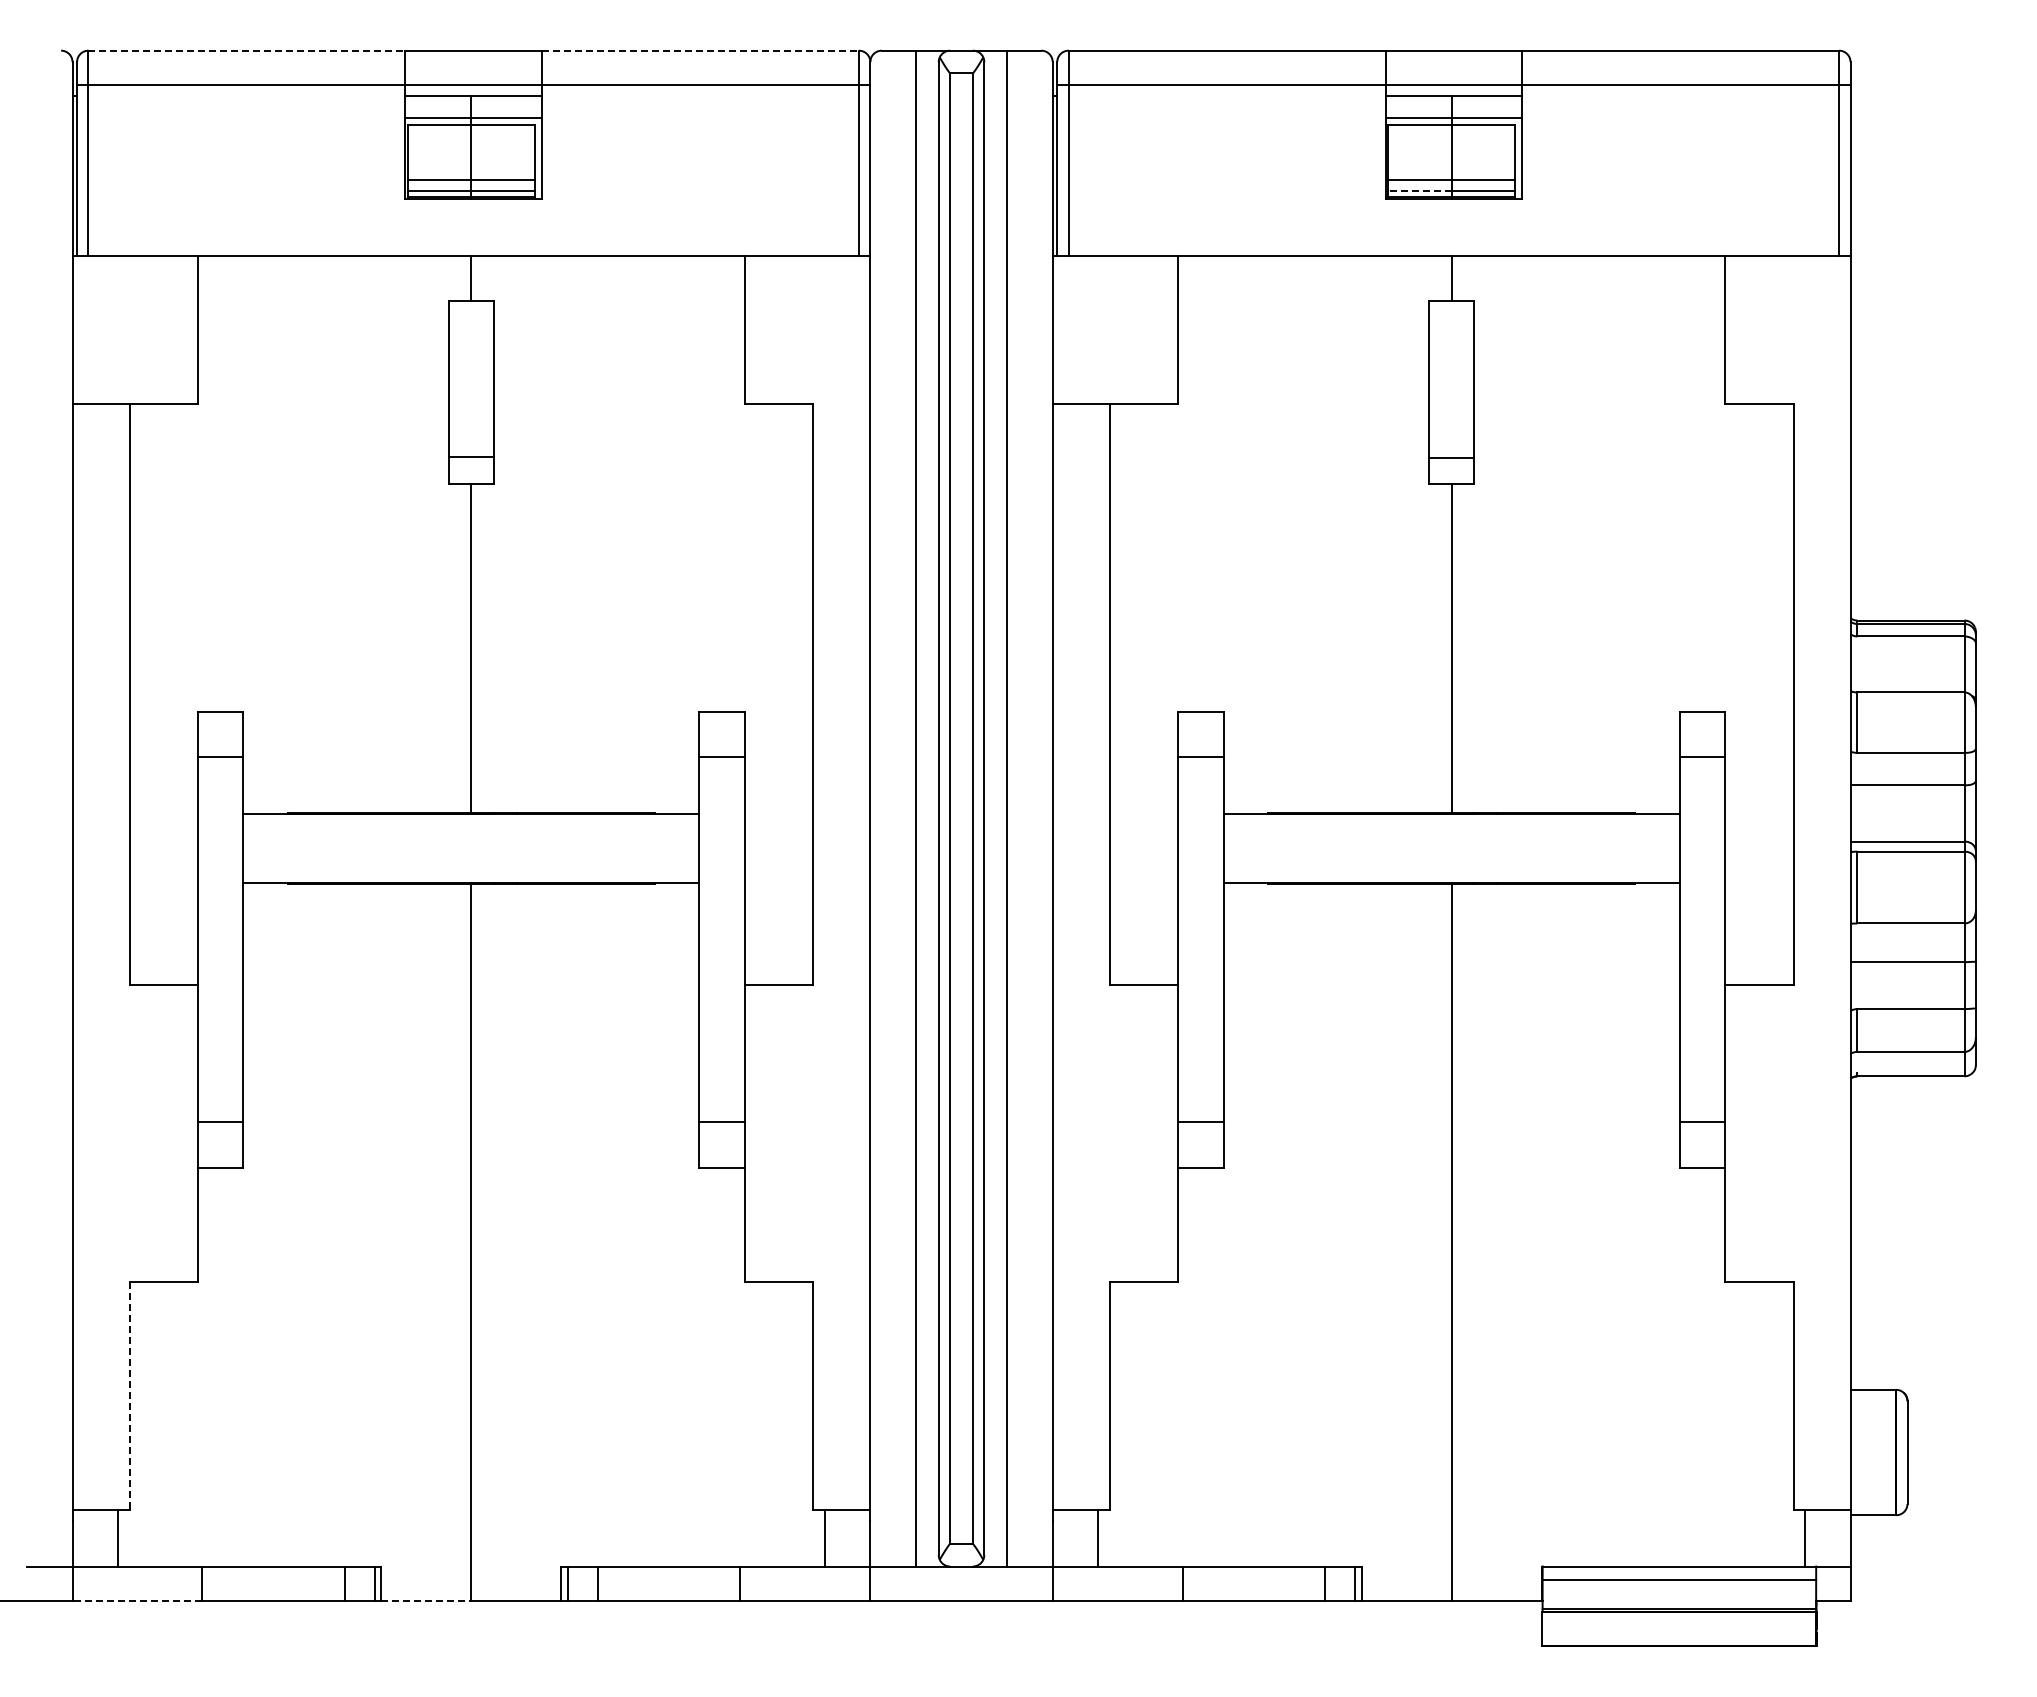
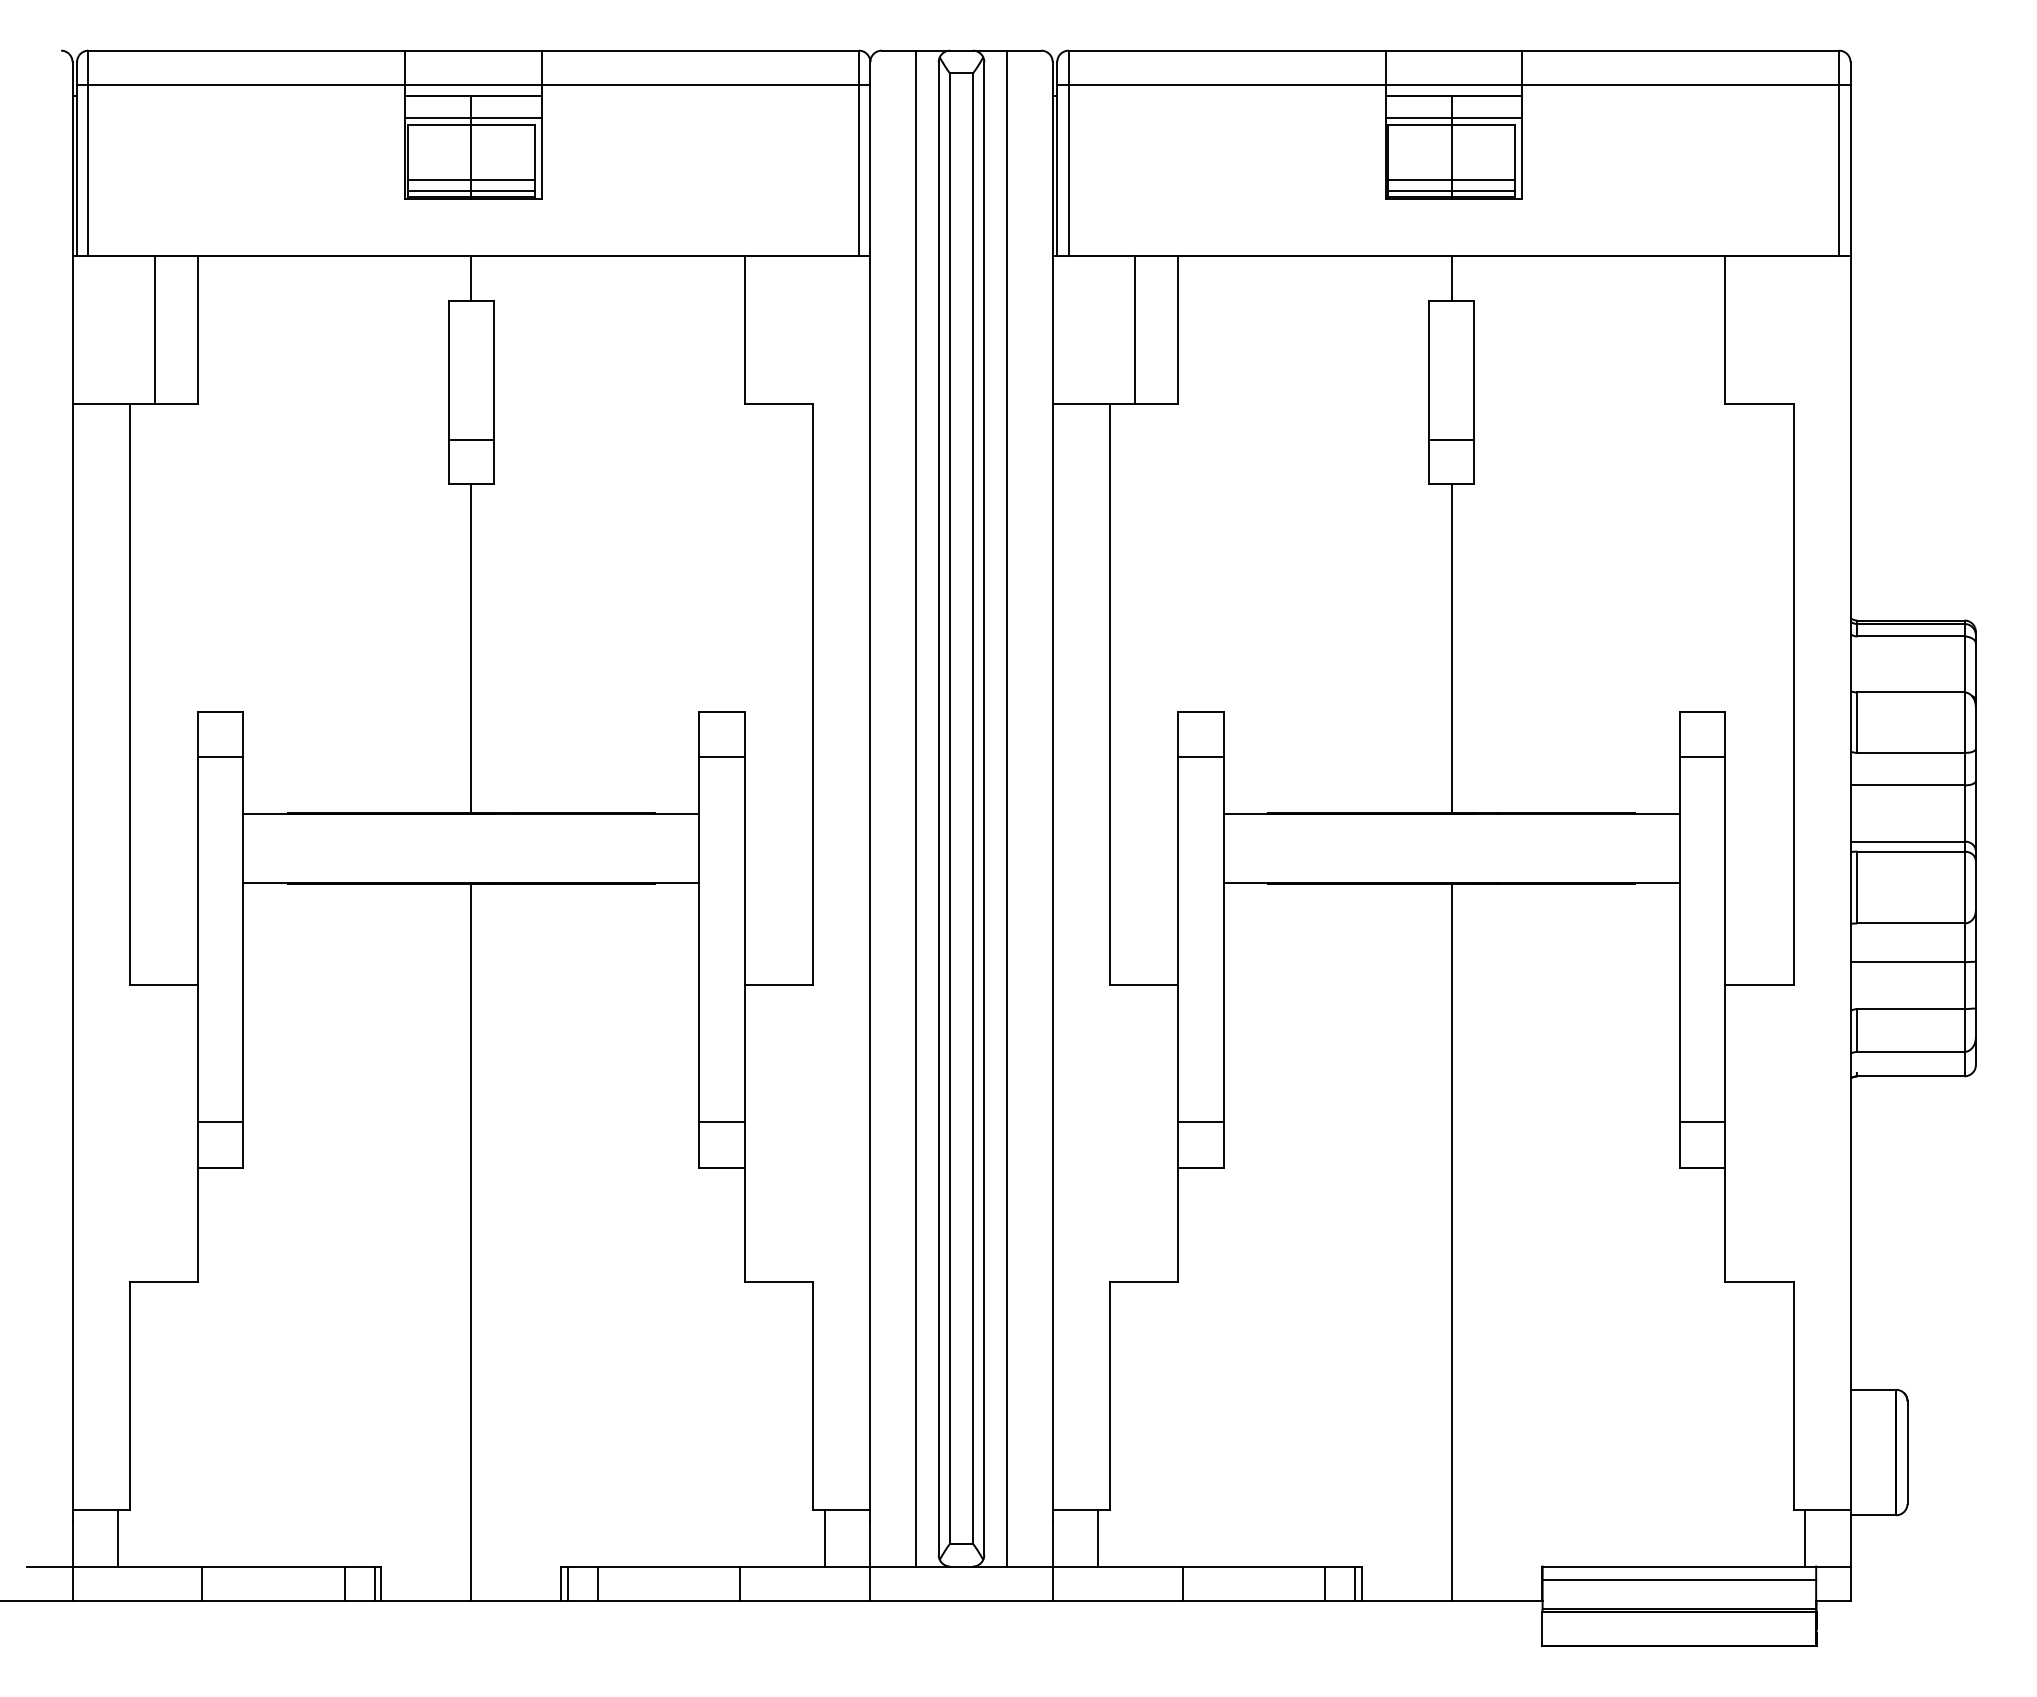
line at (247, 50): dashed -> solid
line at (701, 50): dashed -> solid
line at (1419, 190): dashed -> solid
line at (154, 329): none -> present
line at (1134, 329): none -> present
line at (471, 456) position: (471, 456) -> (471, 439)
line at (1451, 457) position: (1451, 457) -> (1451, 439)
line at (129, 1395): dashed -> solid
line at (137, 1600): dashed -> solid
line at (426, 1600): dashed -> solid
